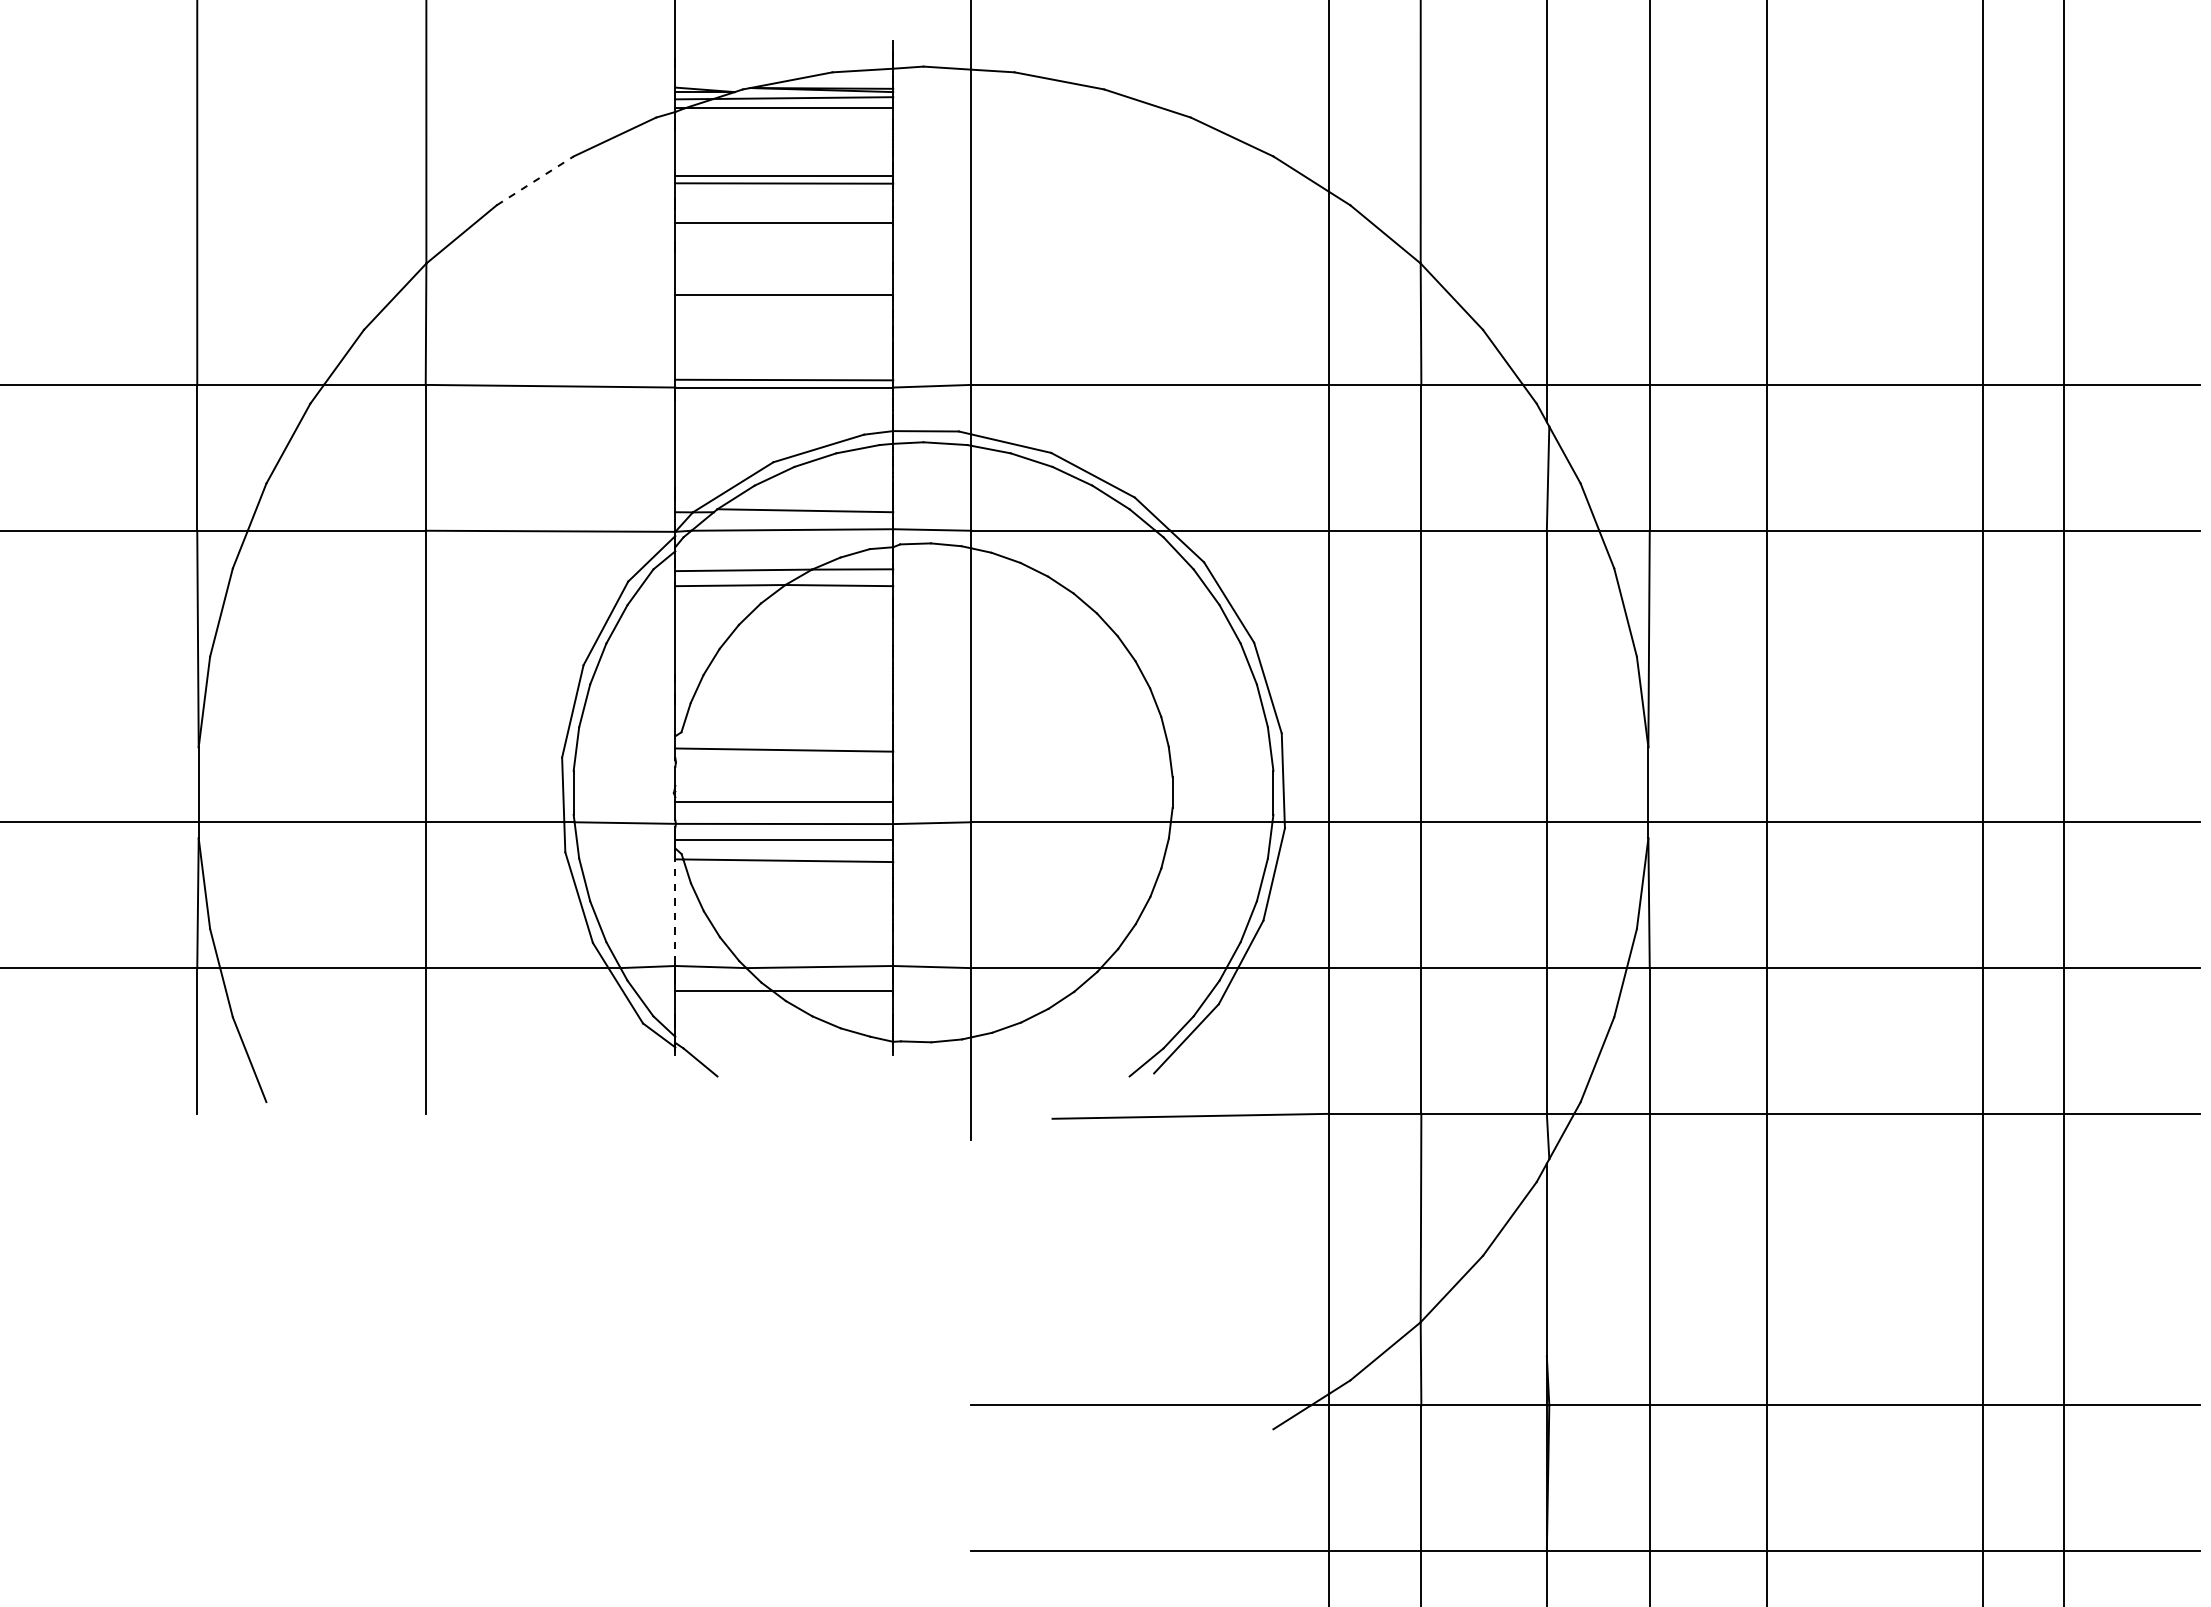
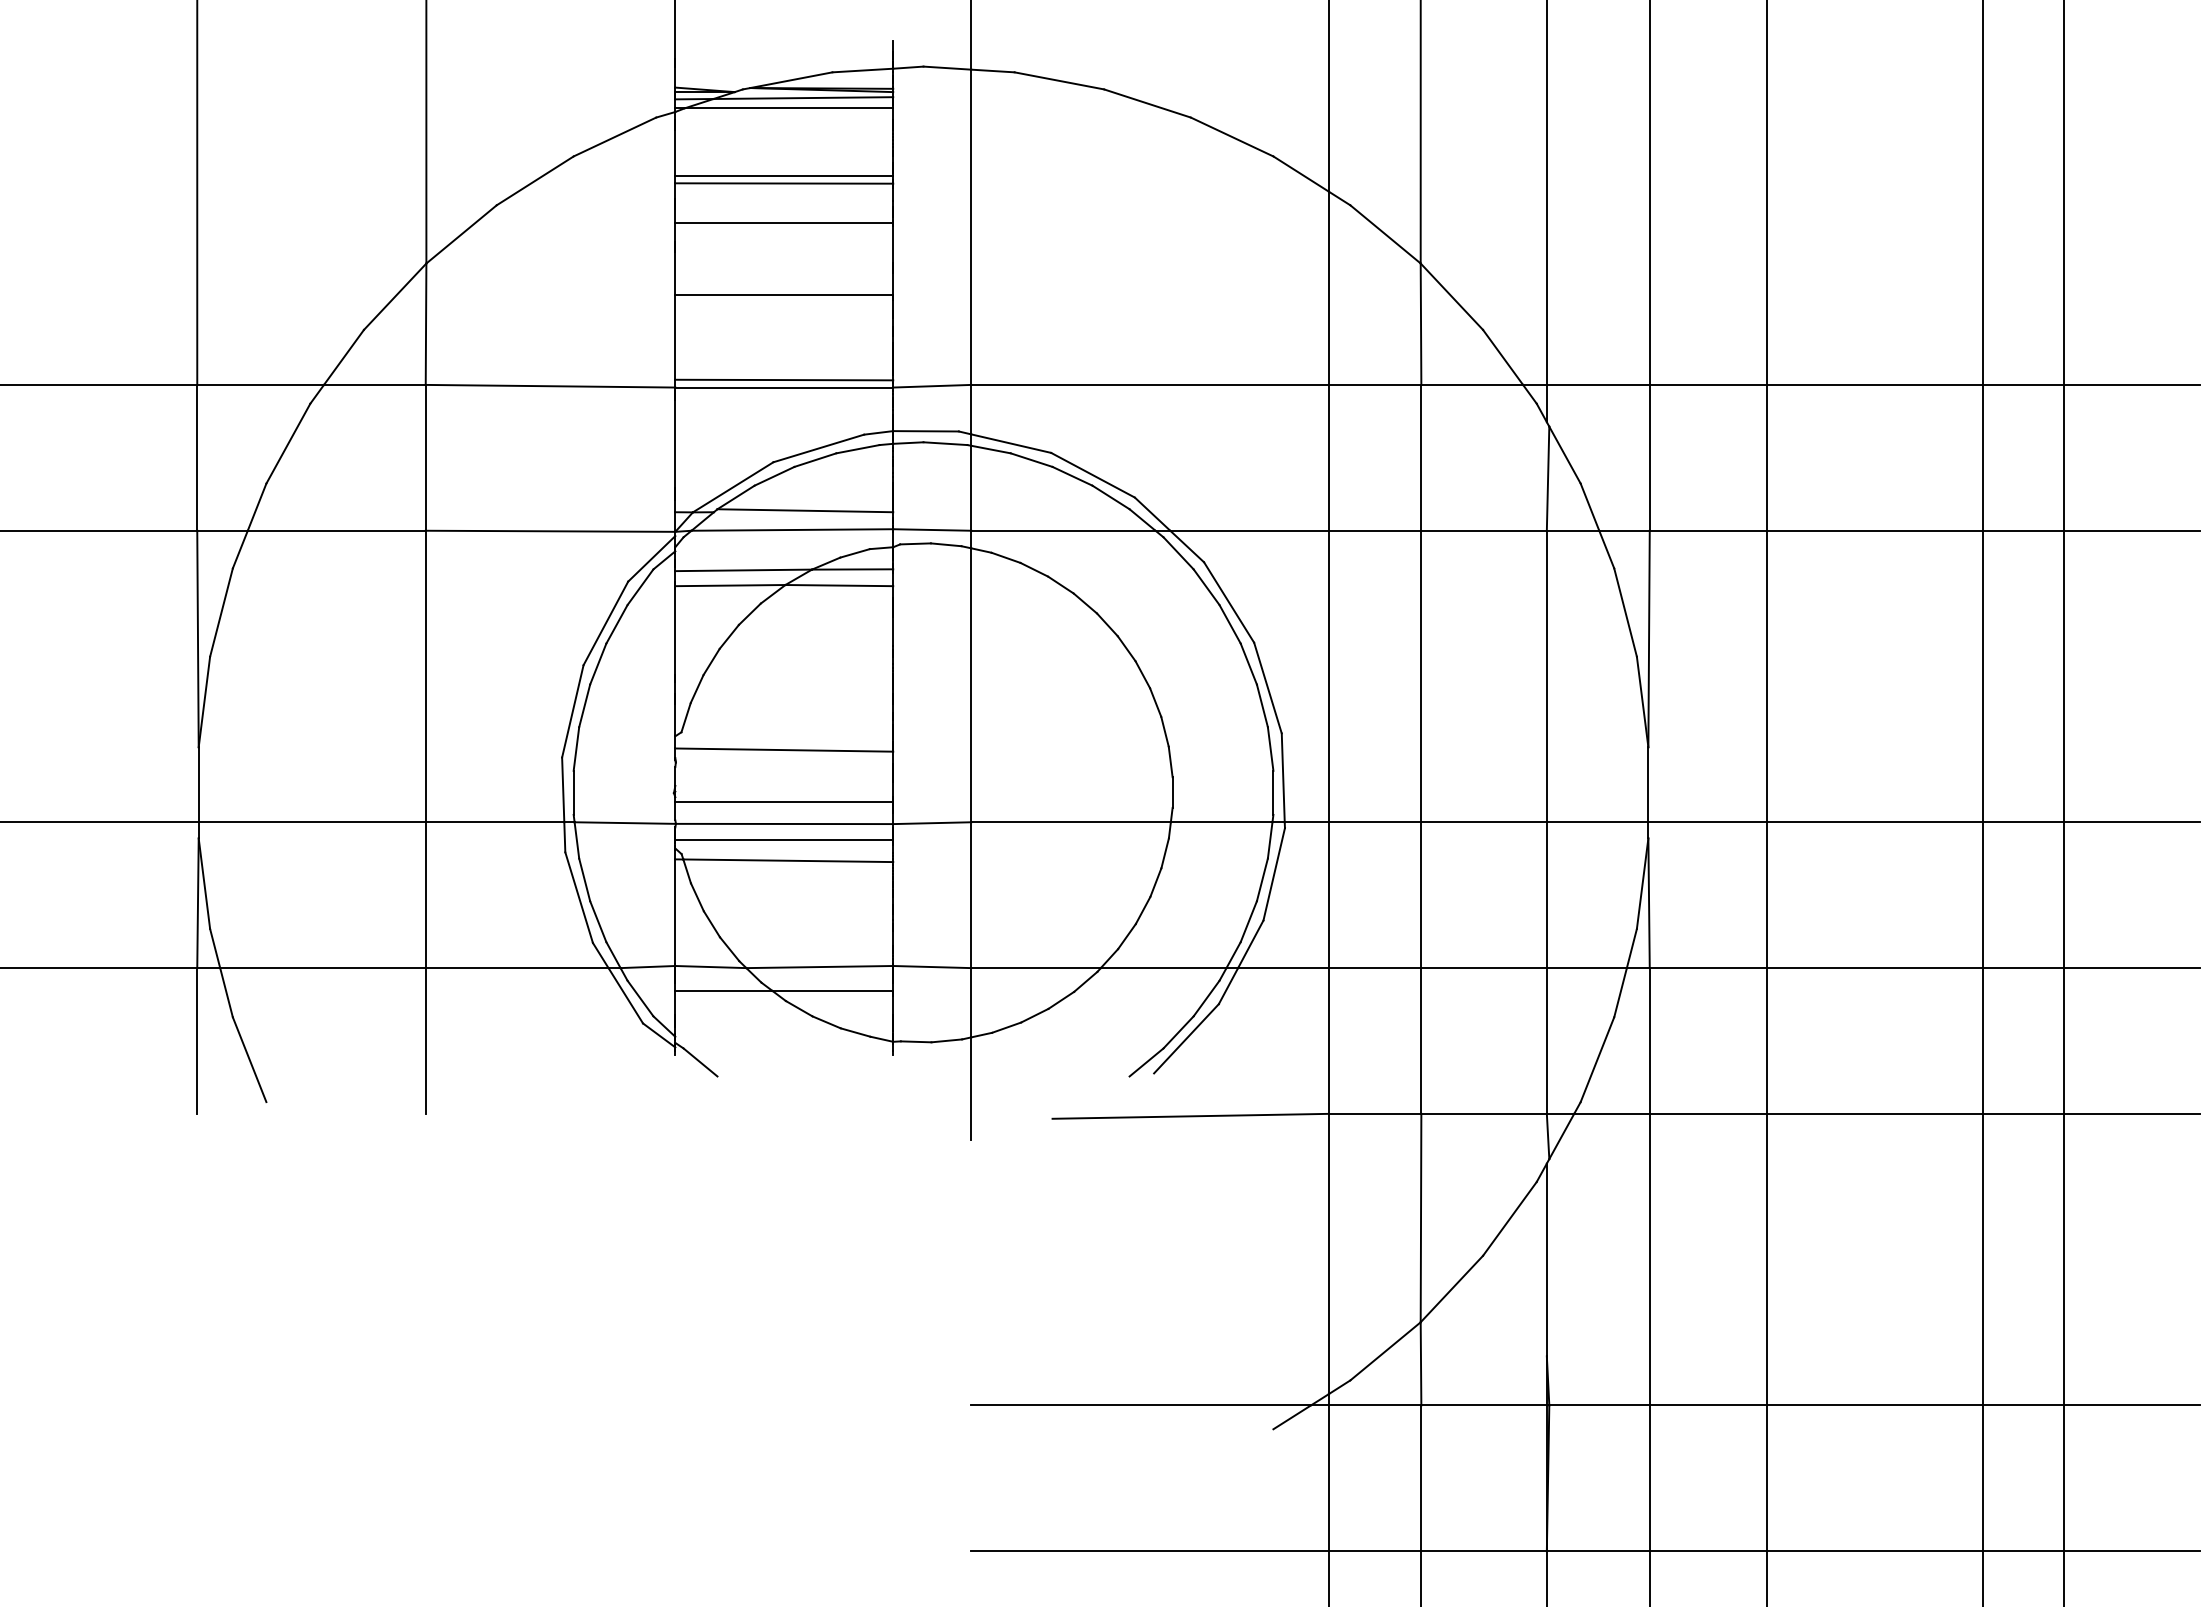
line at (535, 180): dashed -> solid
line at (675, 911): dashed -> solid
